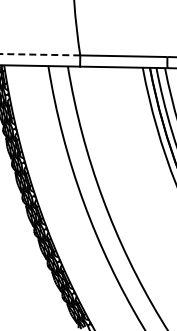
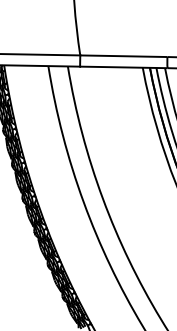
line at (40, 54): dashed -> solid
